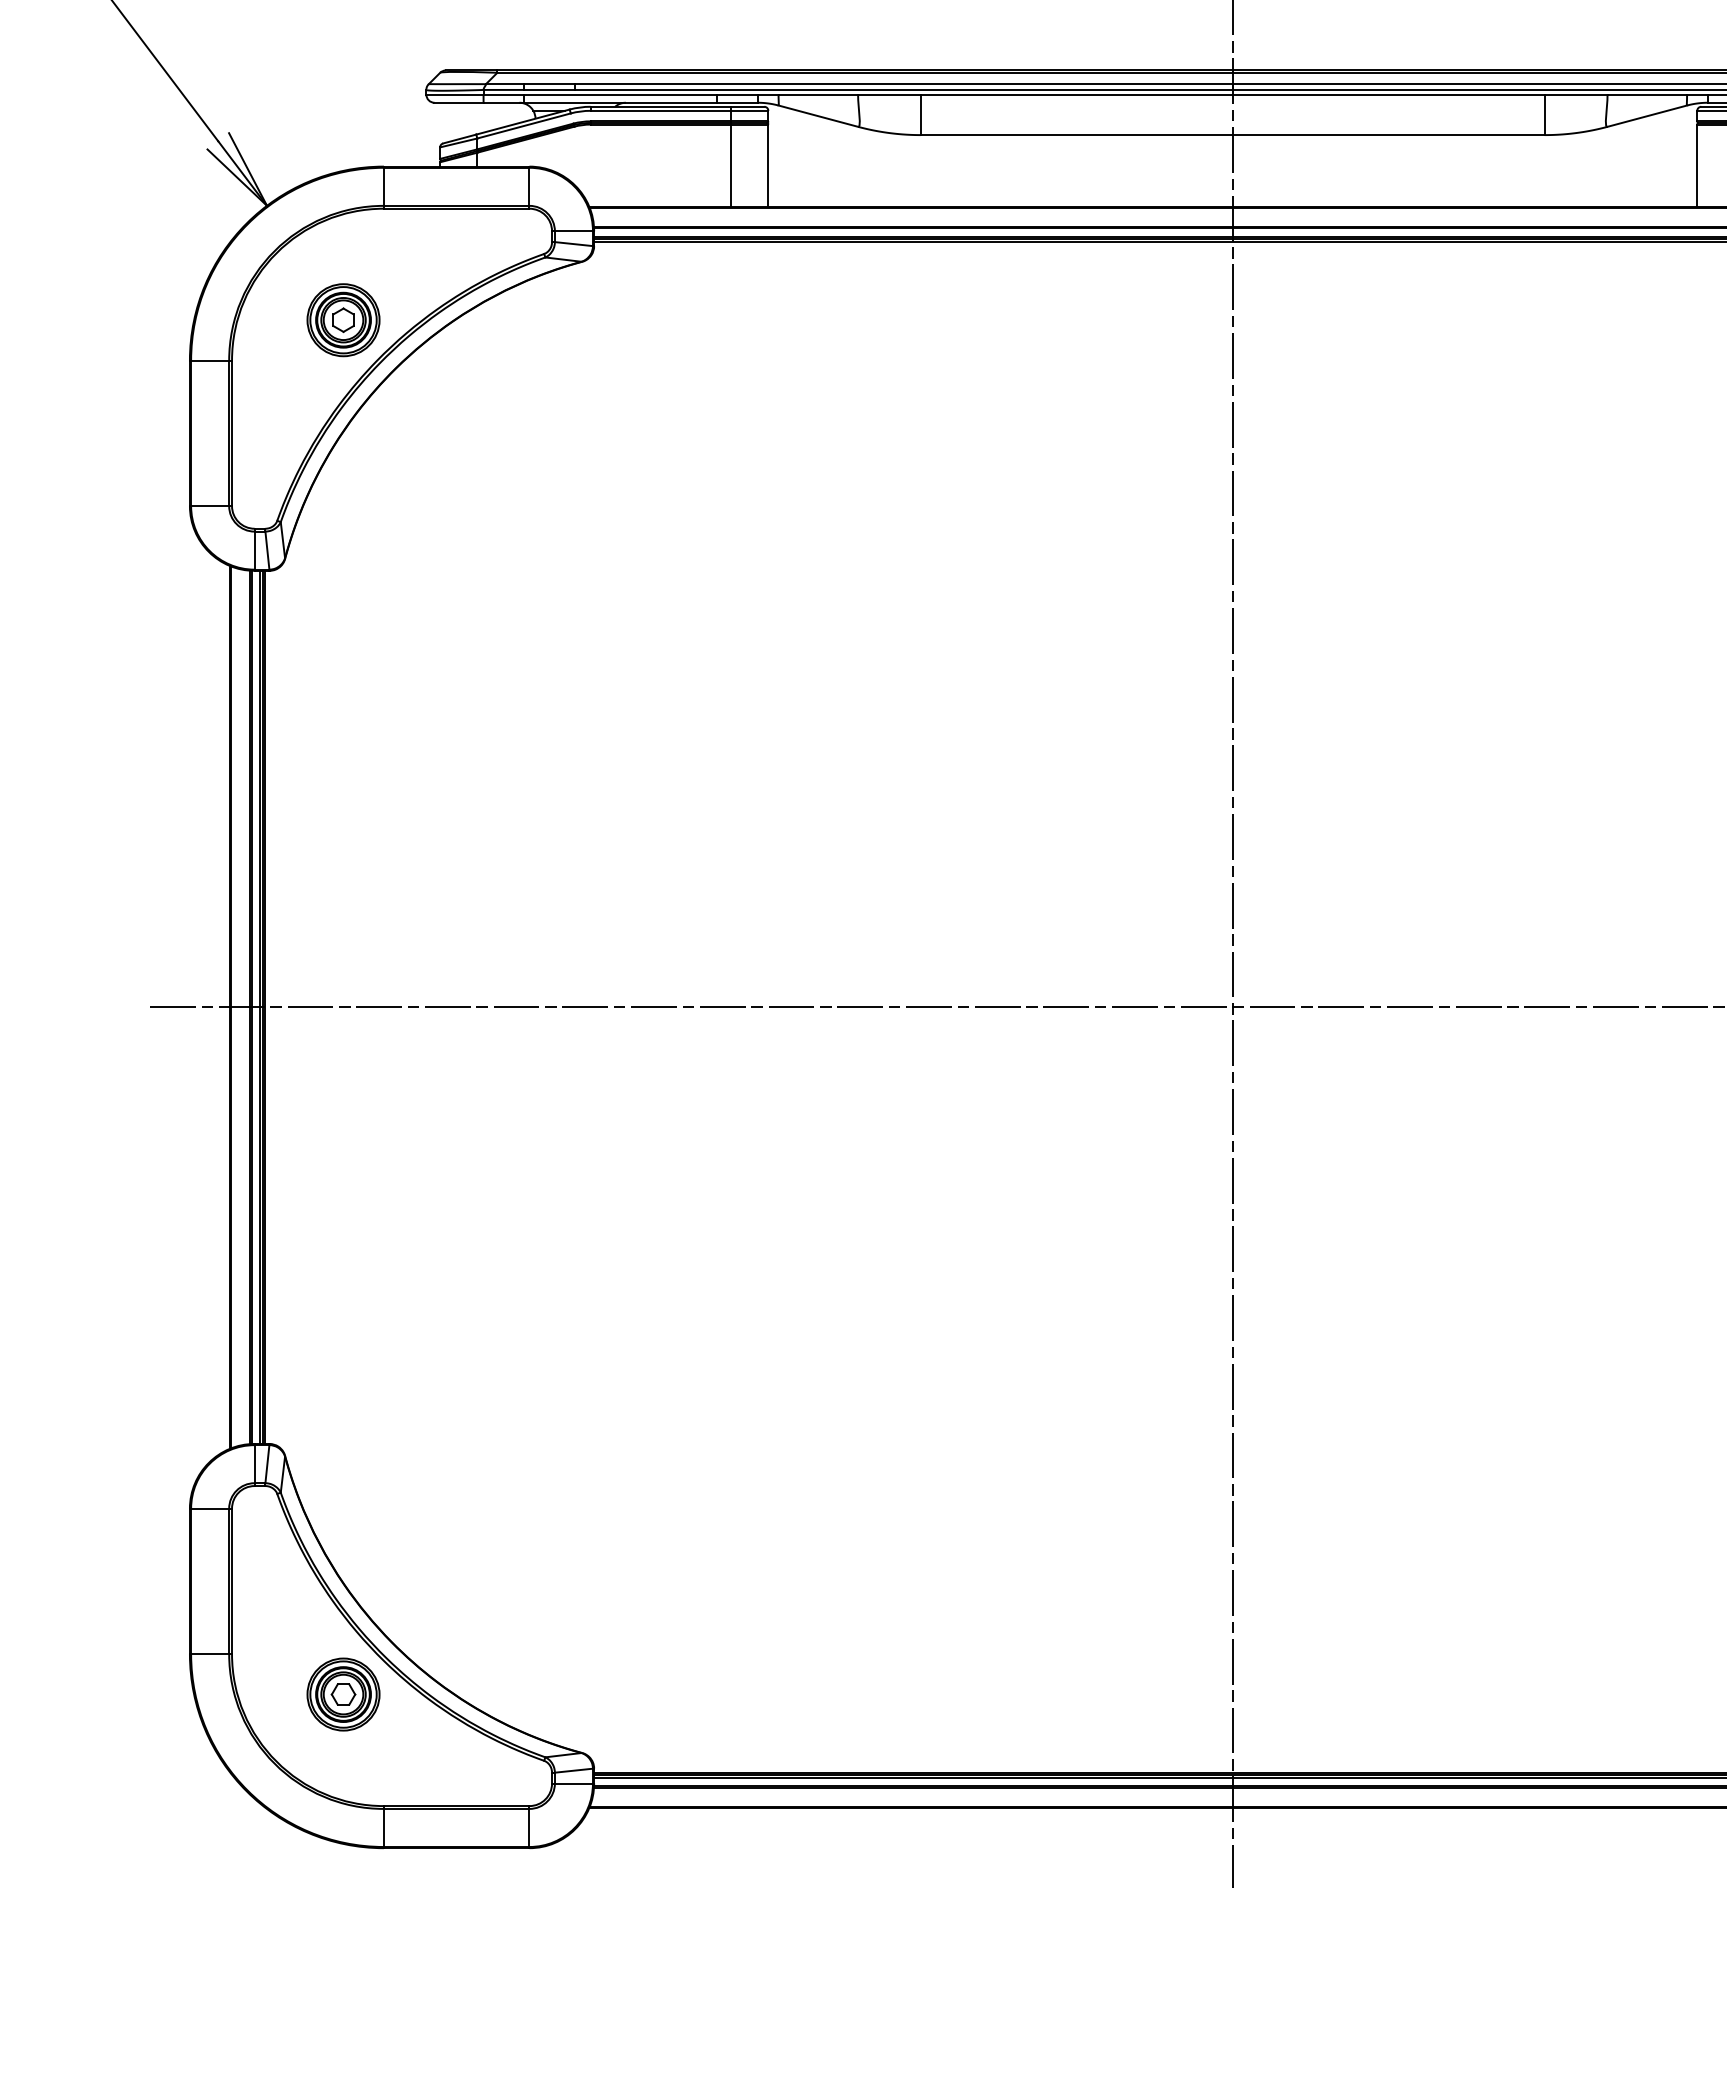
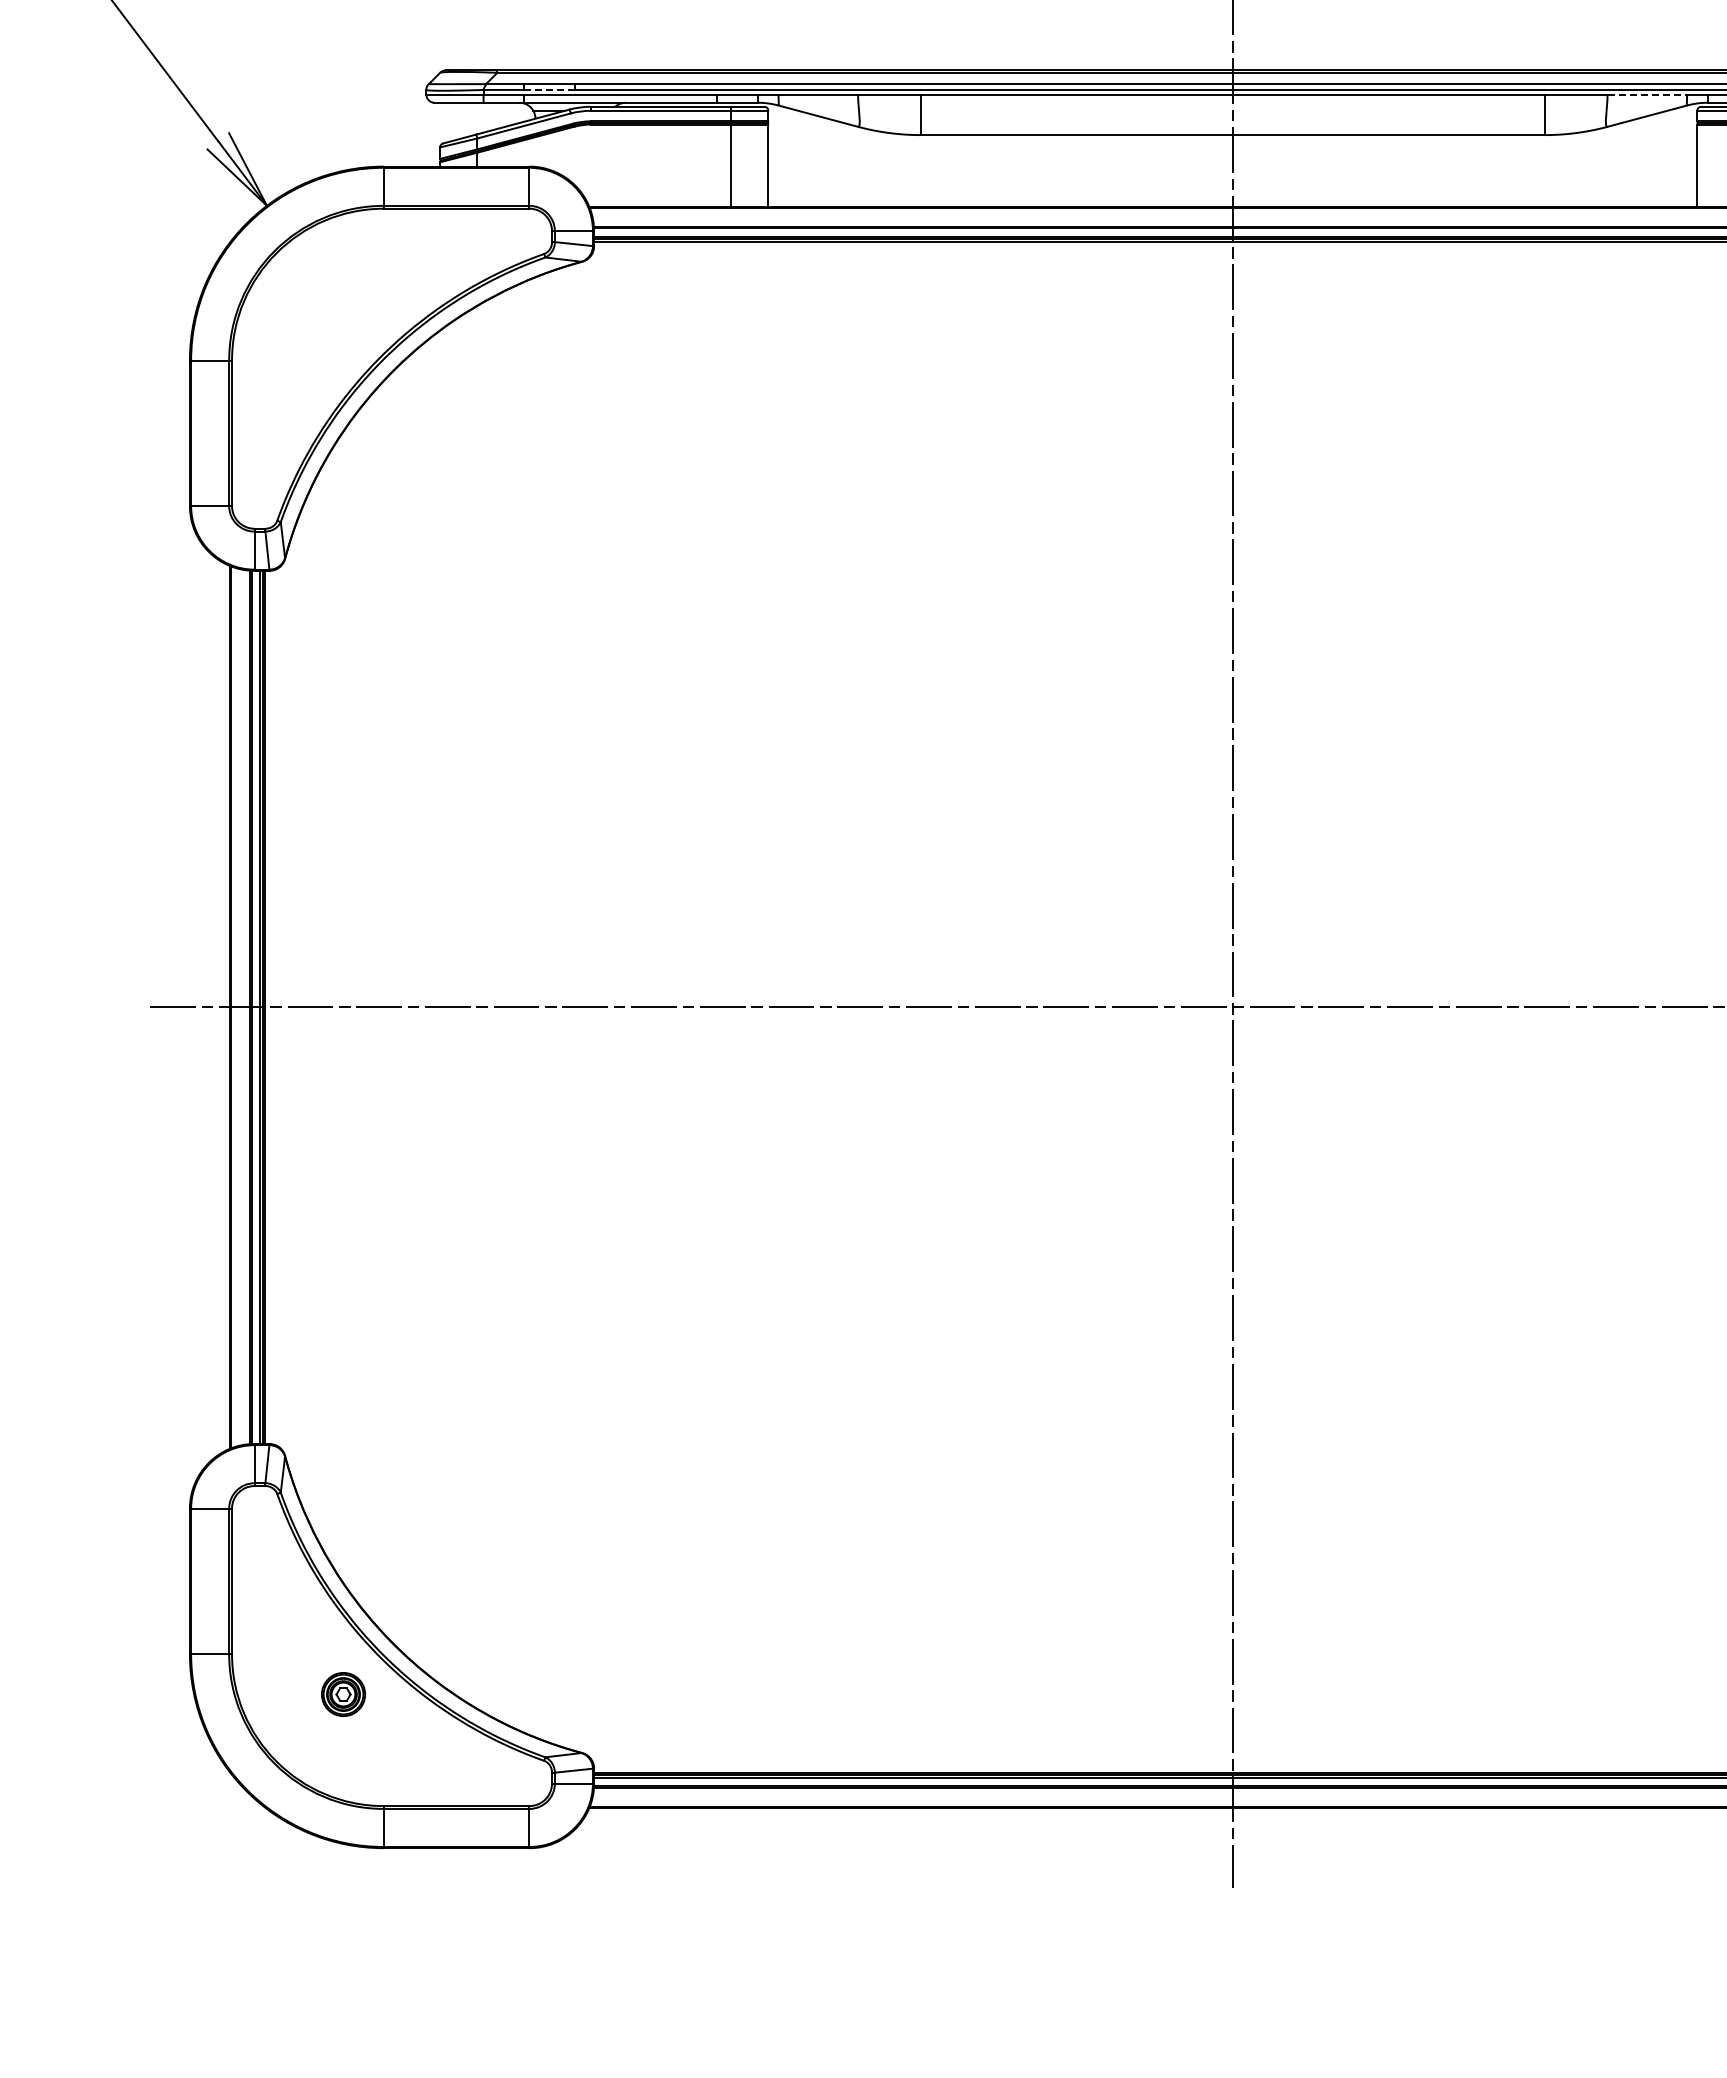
line at (549, 89): solid -> dashed
line at (1647, 94): solid -> dashed
part at (343, 320): present -> none
part at (343, 1694) size: 75x75 px -> 45x45 px
